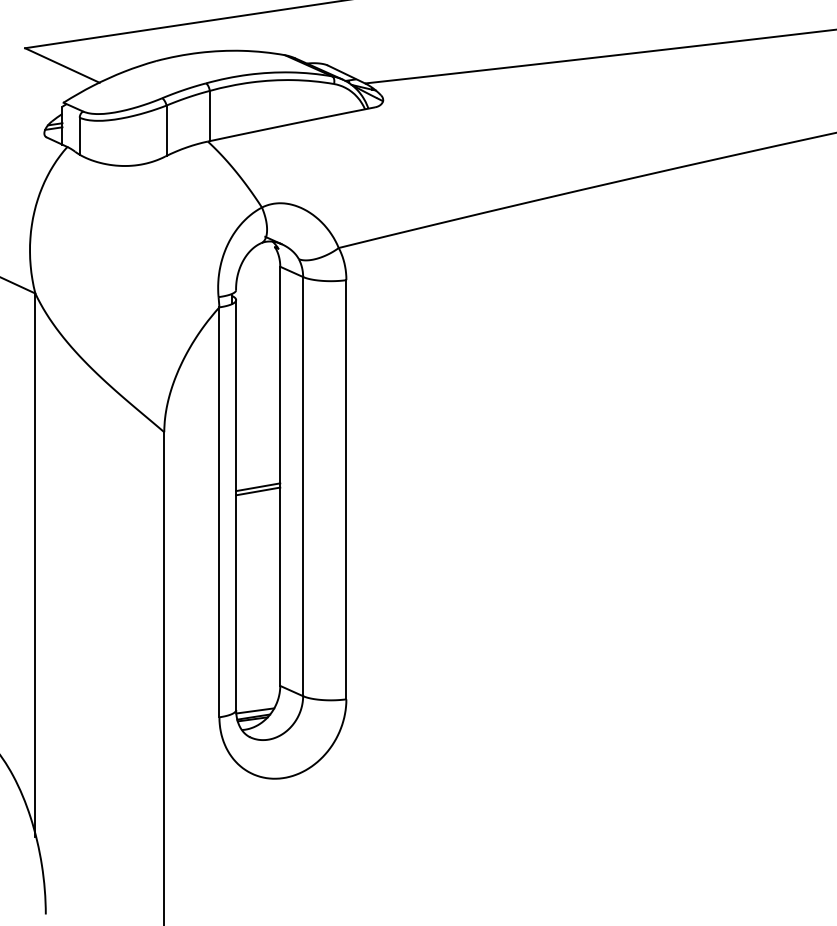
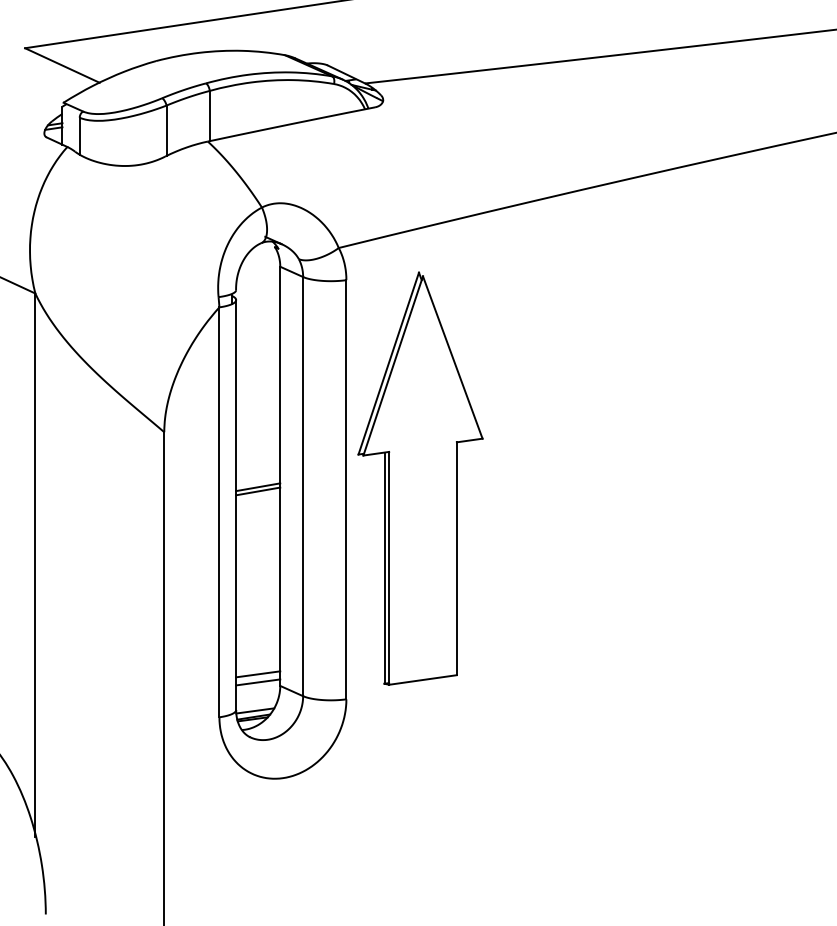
part at (420, 478): none -> present
line at (258, 674): none -> present
line at (258, 682): none -> present
